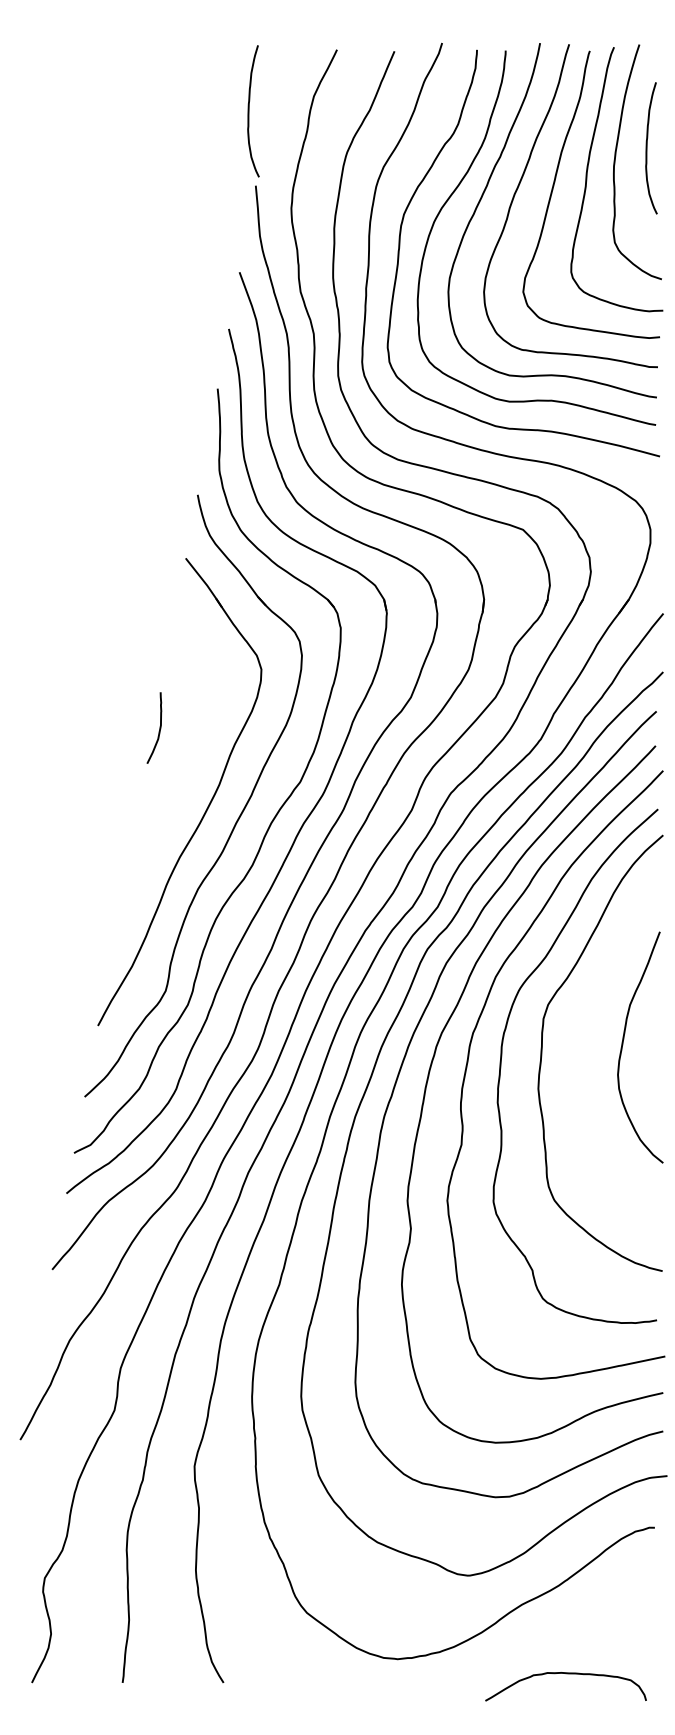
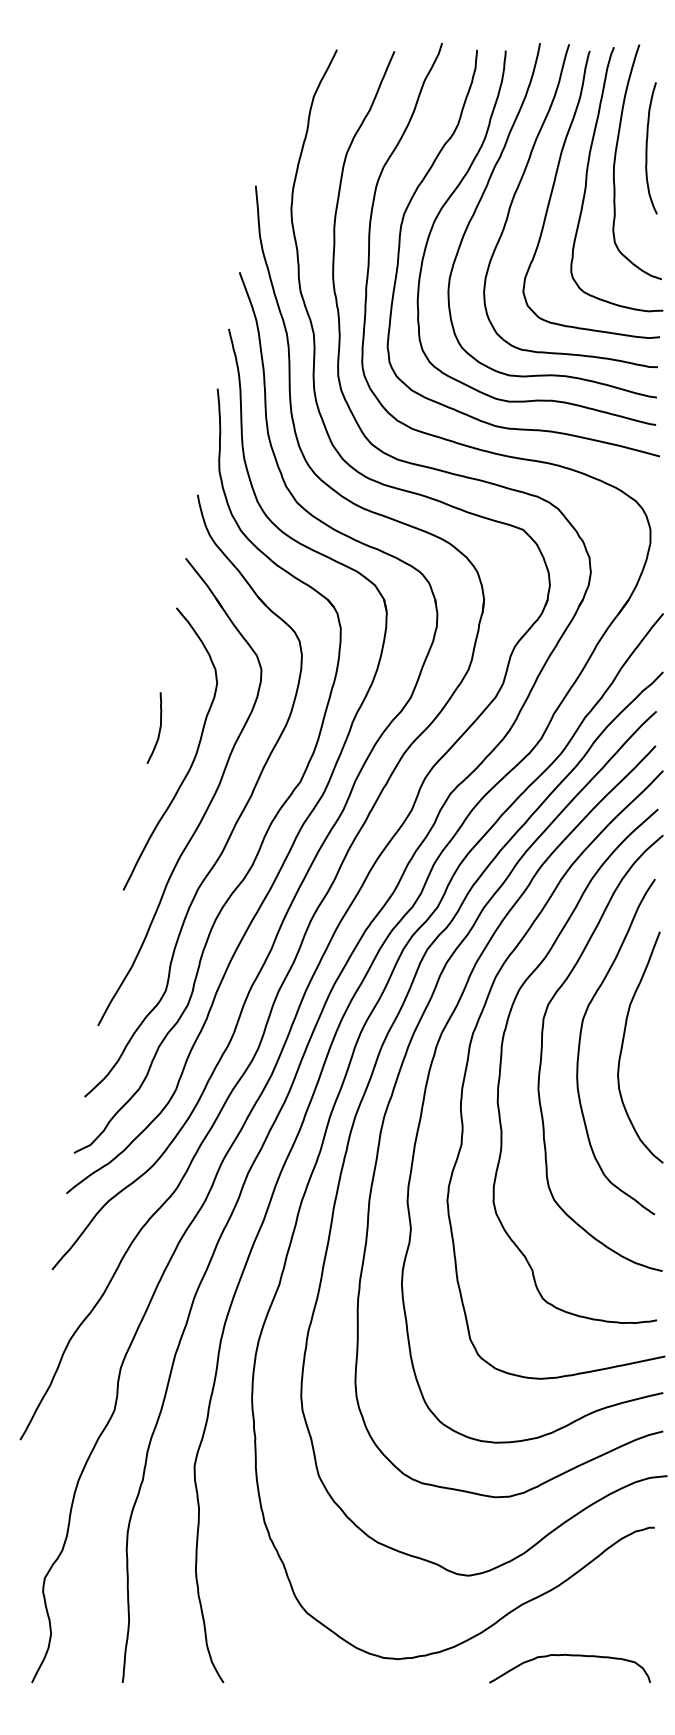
curve at (249, 111): present -> none
curve at (194, 755): none -> present
curve at (580, 1045): none -> present
curve at (566, 1674) position: (566, 1674) -> (570, 1656)
